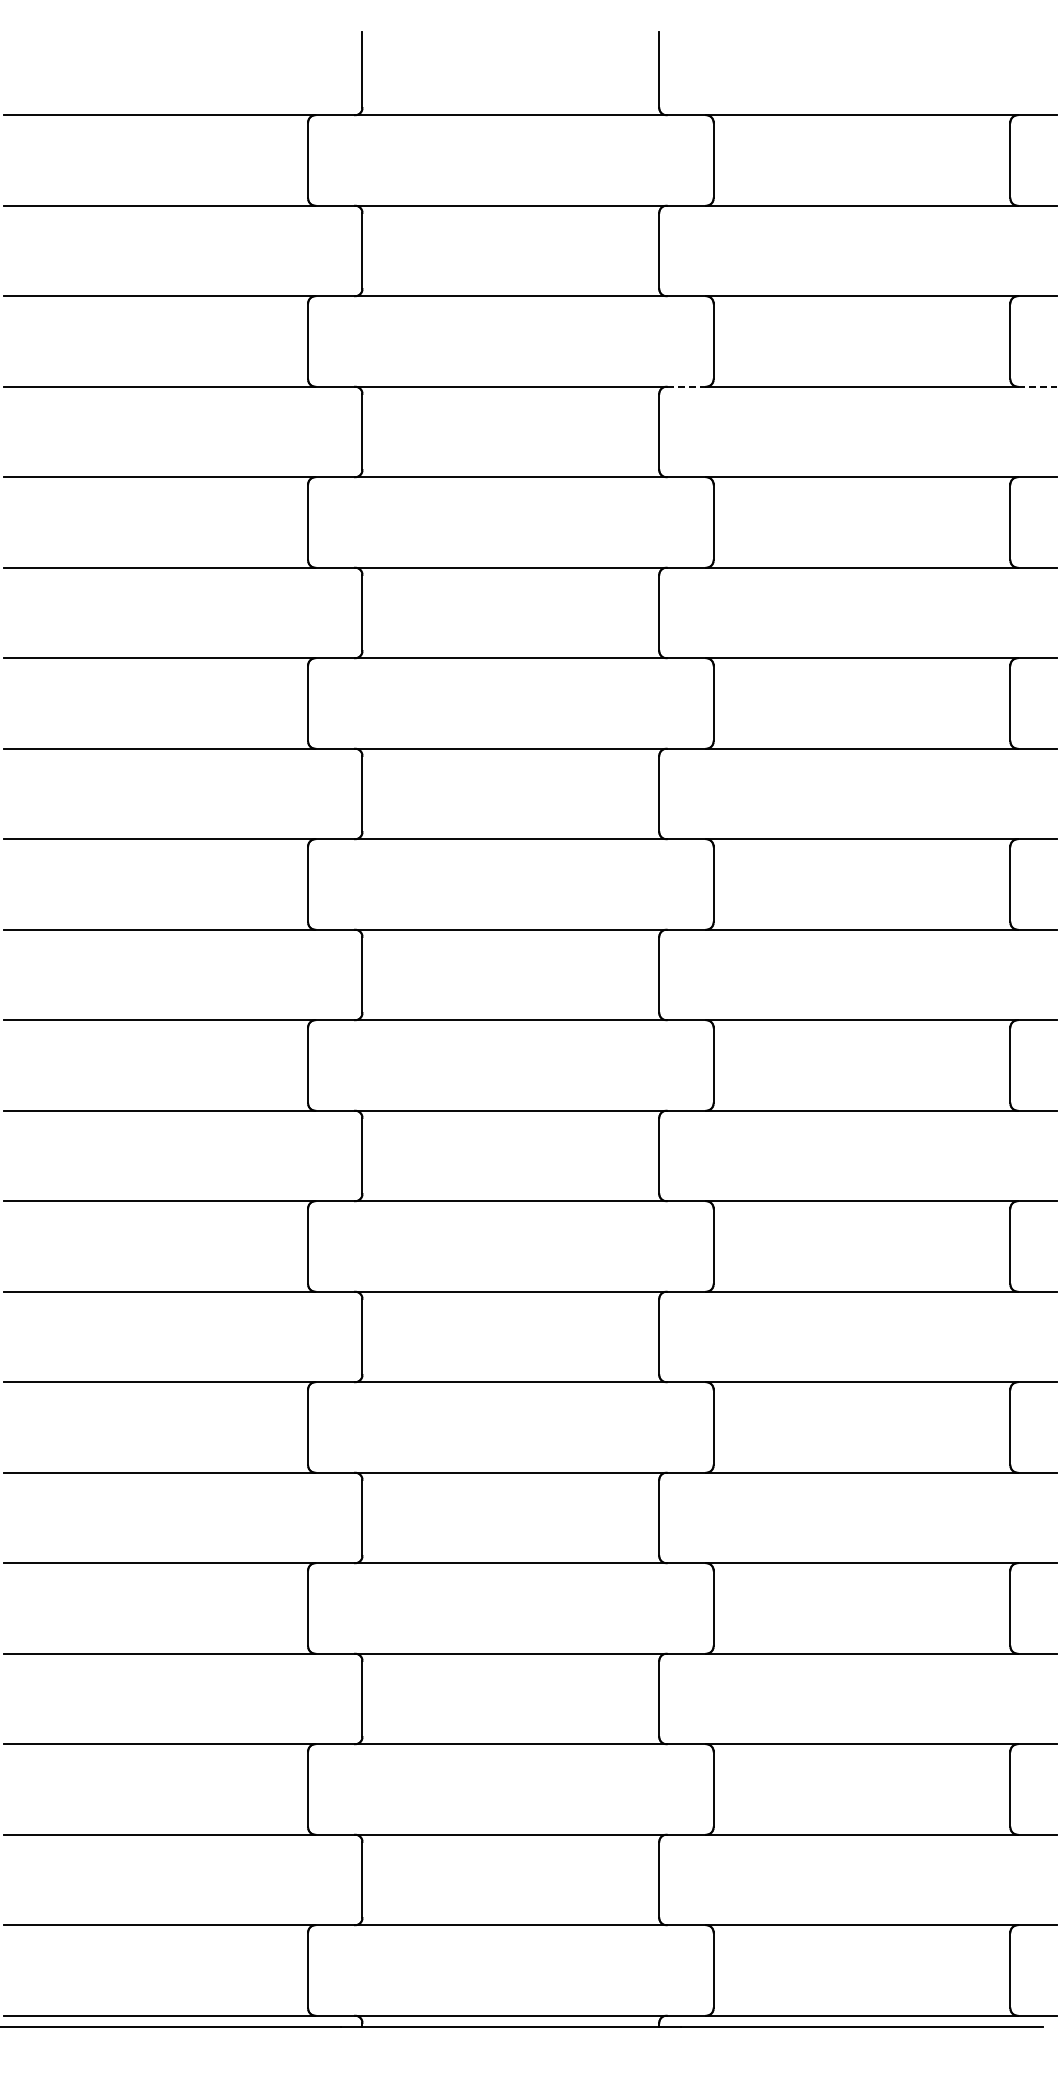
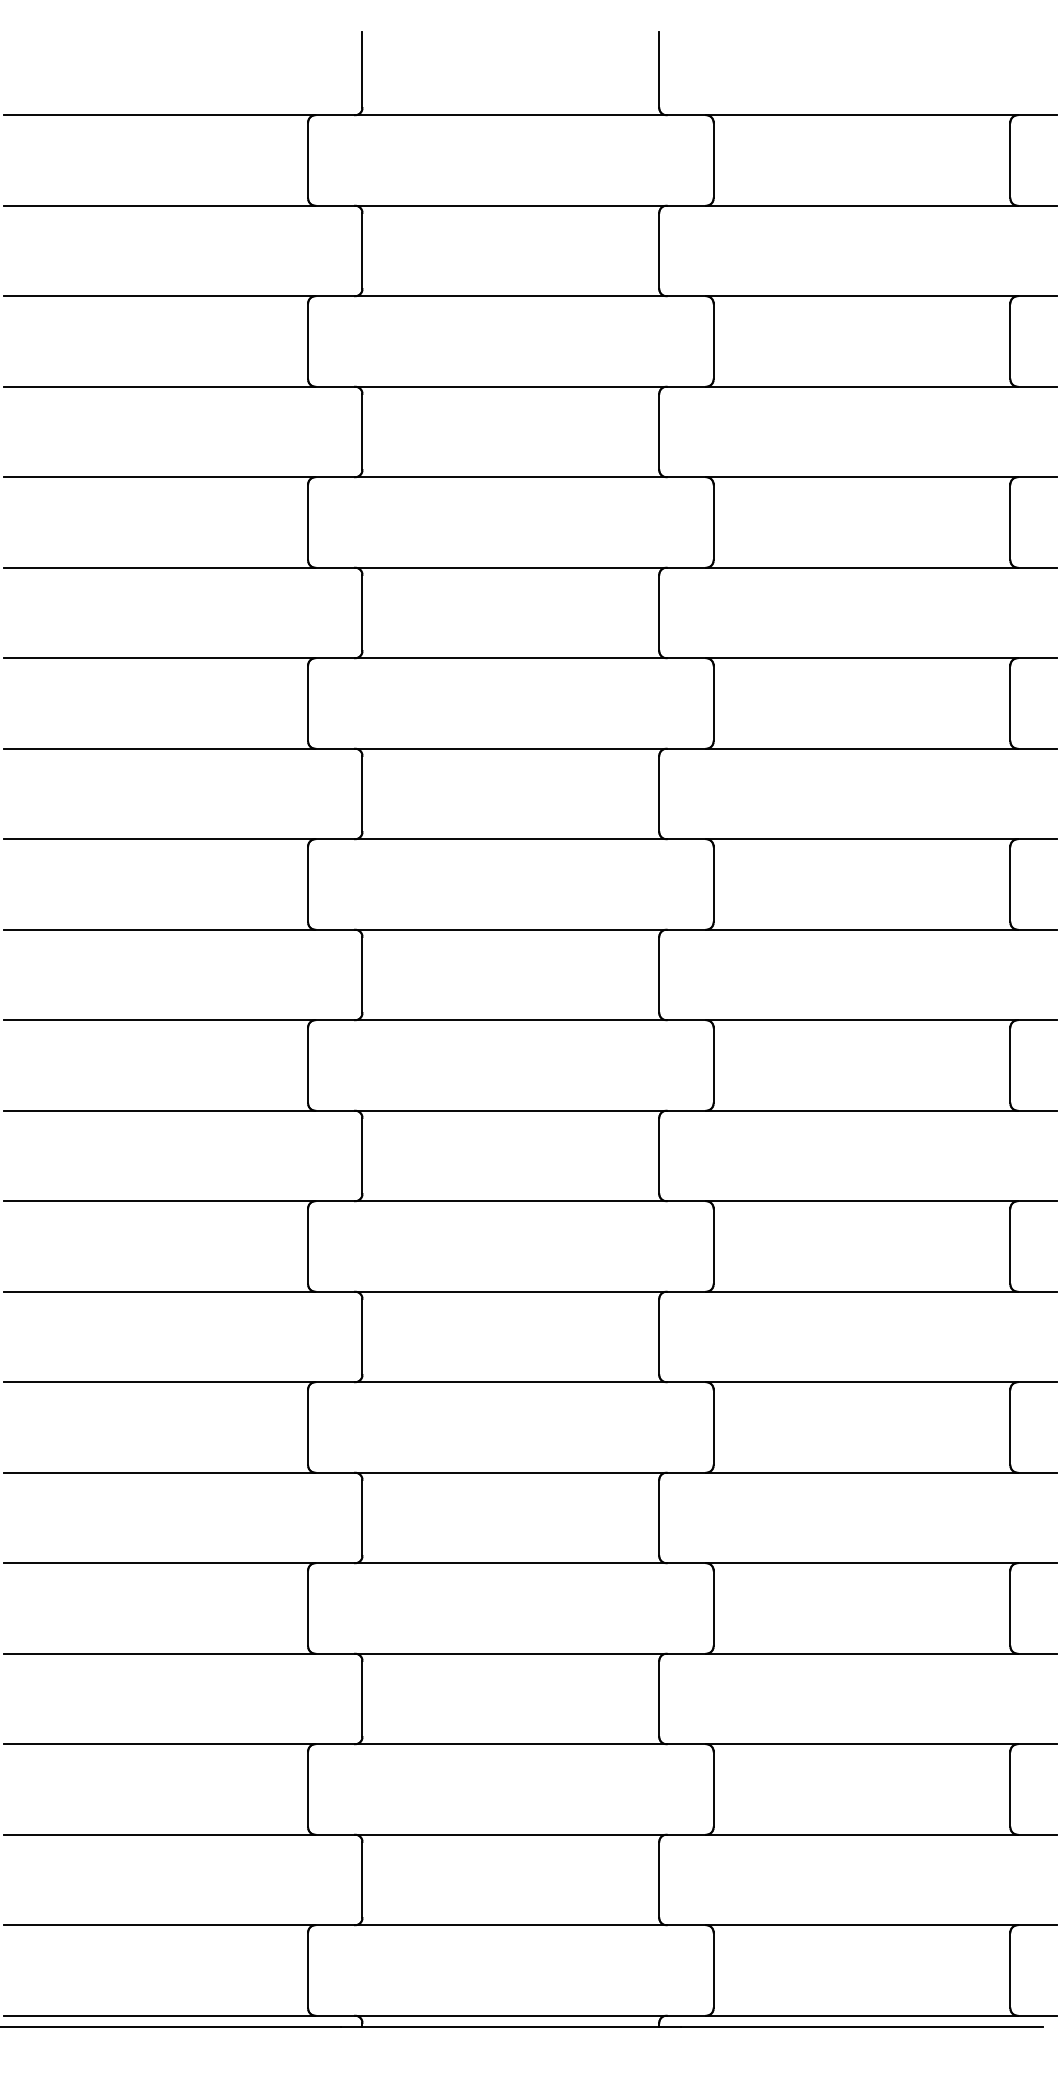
line at (686, 386): dashed -> solid
line at (1037, 386): dashed -> solid
